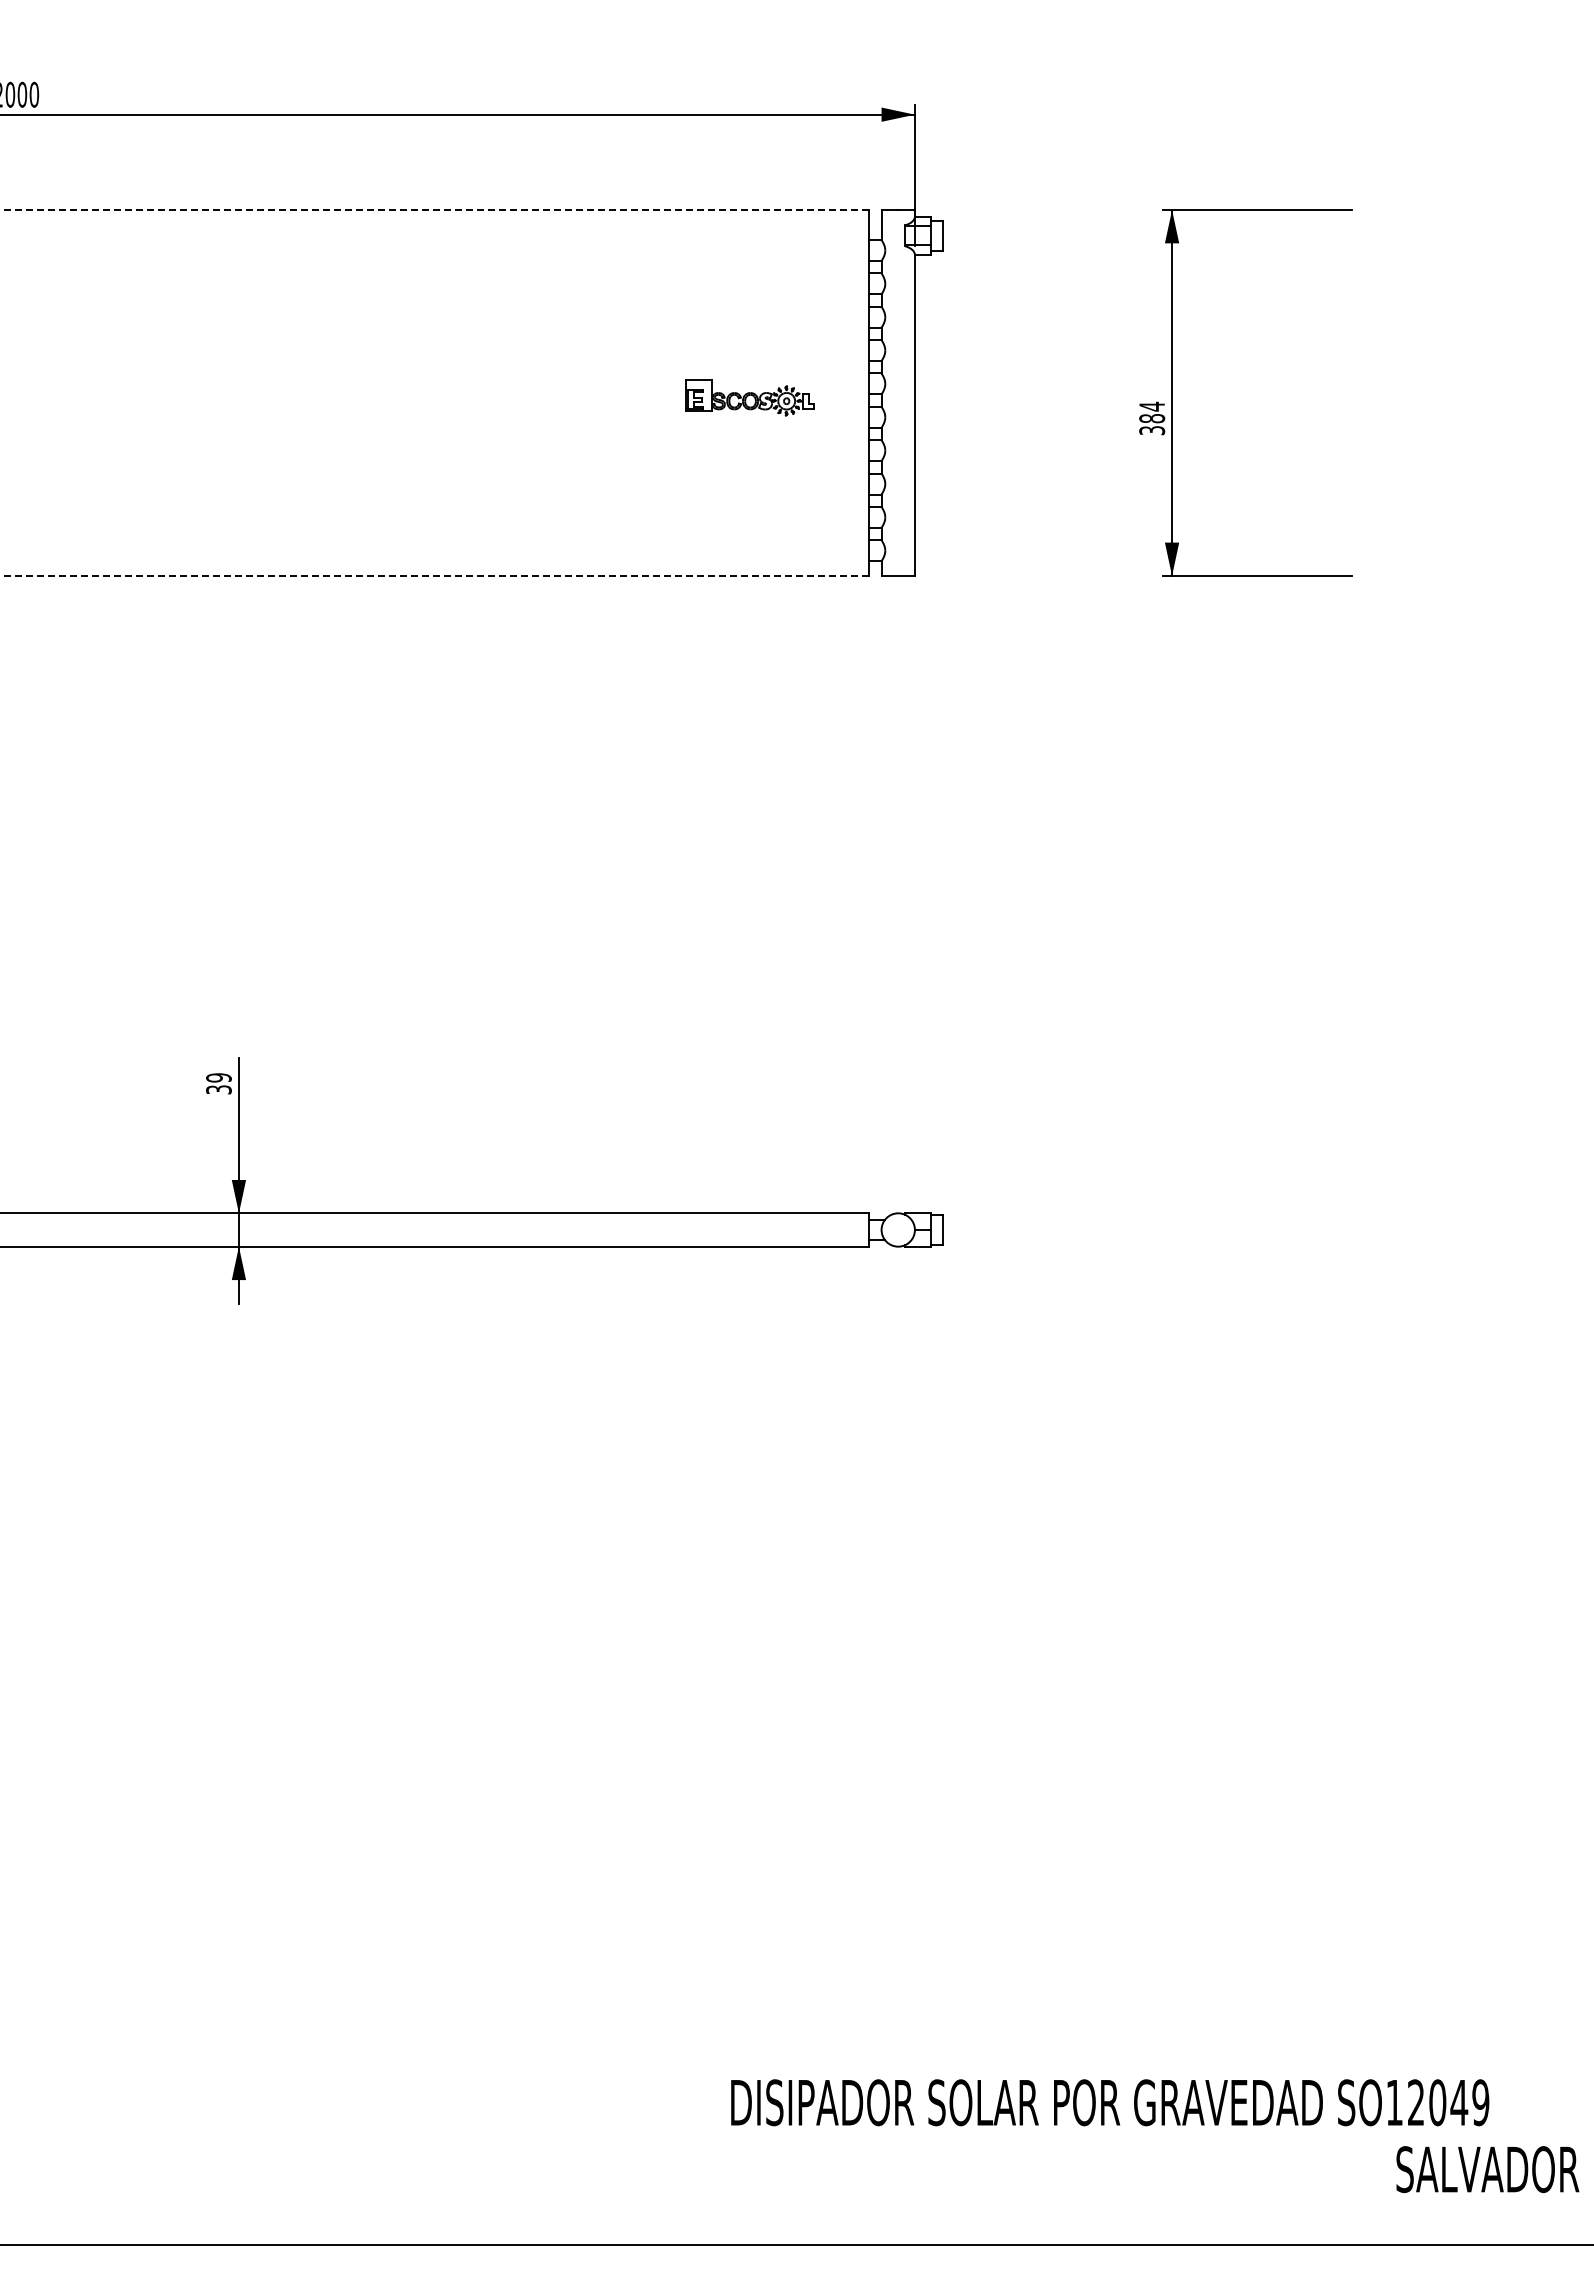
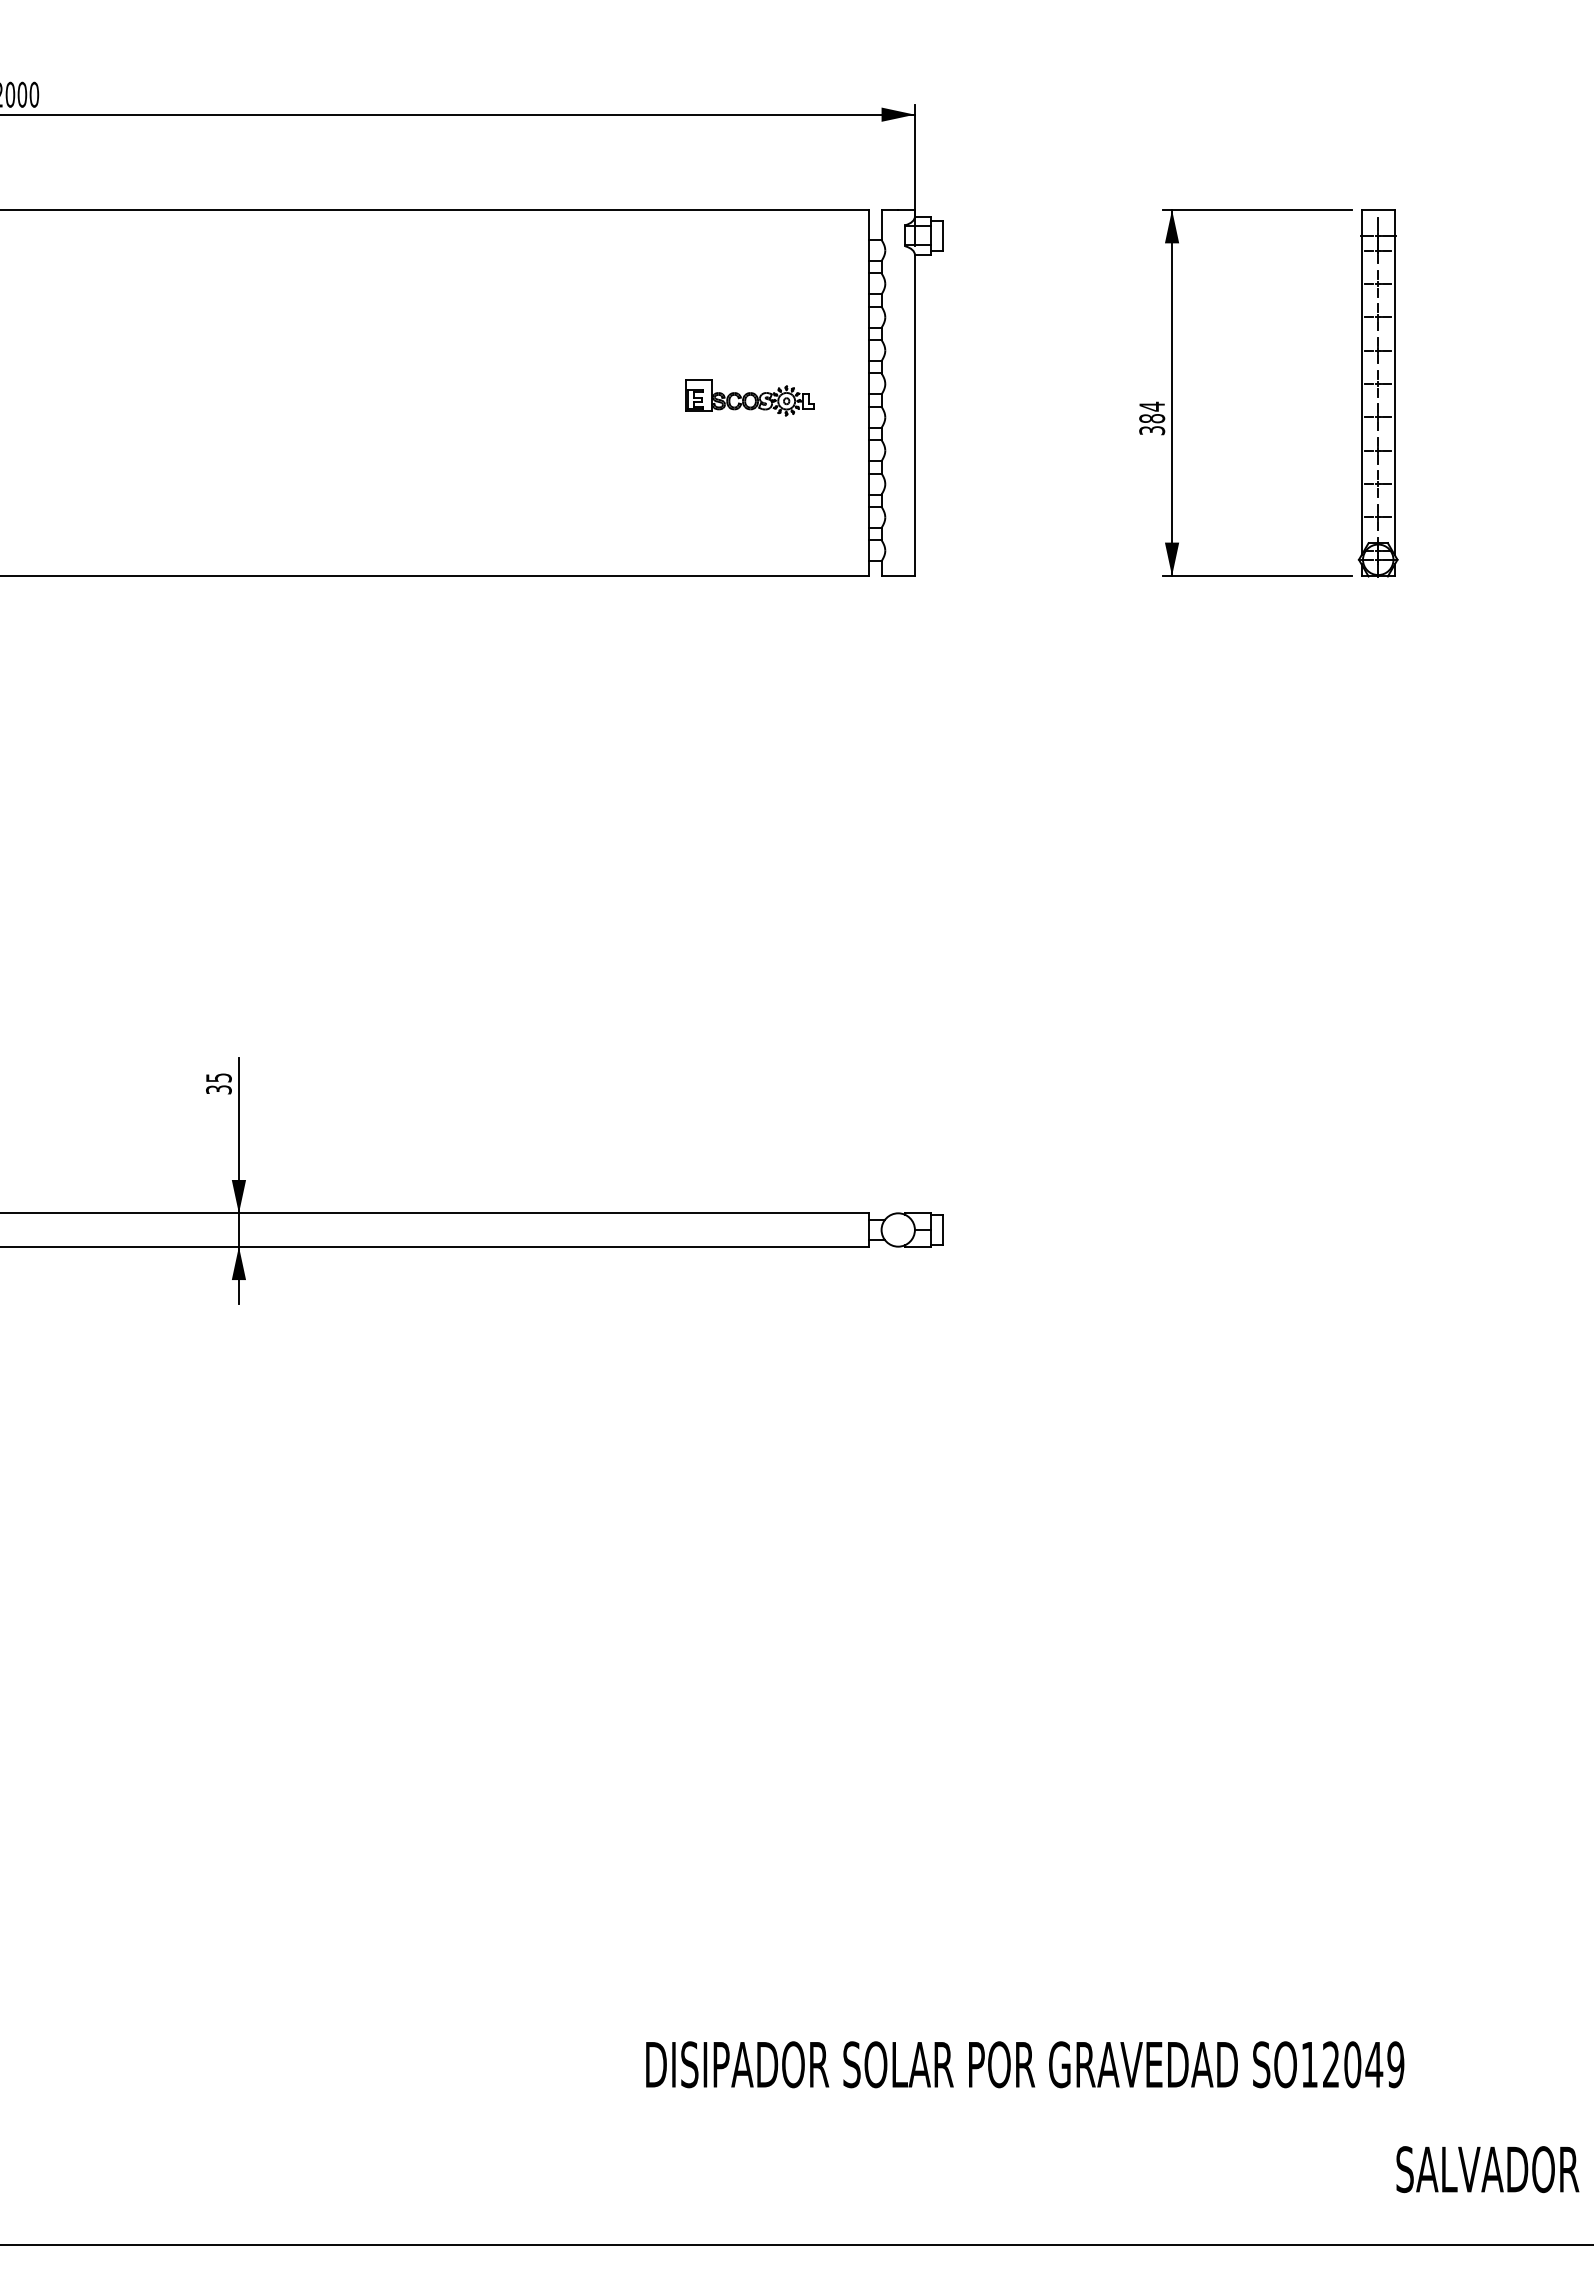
line at (434, 210): dashed -> solid
part at (1377, 393): none -> present
line at (434, 576): dashed -> solid
text at (218, 1077): 39 -> 35
text at (1110, 2102) position: (1110, 2102) -> (1025, 2064)
